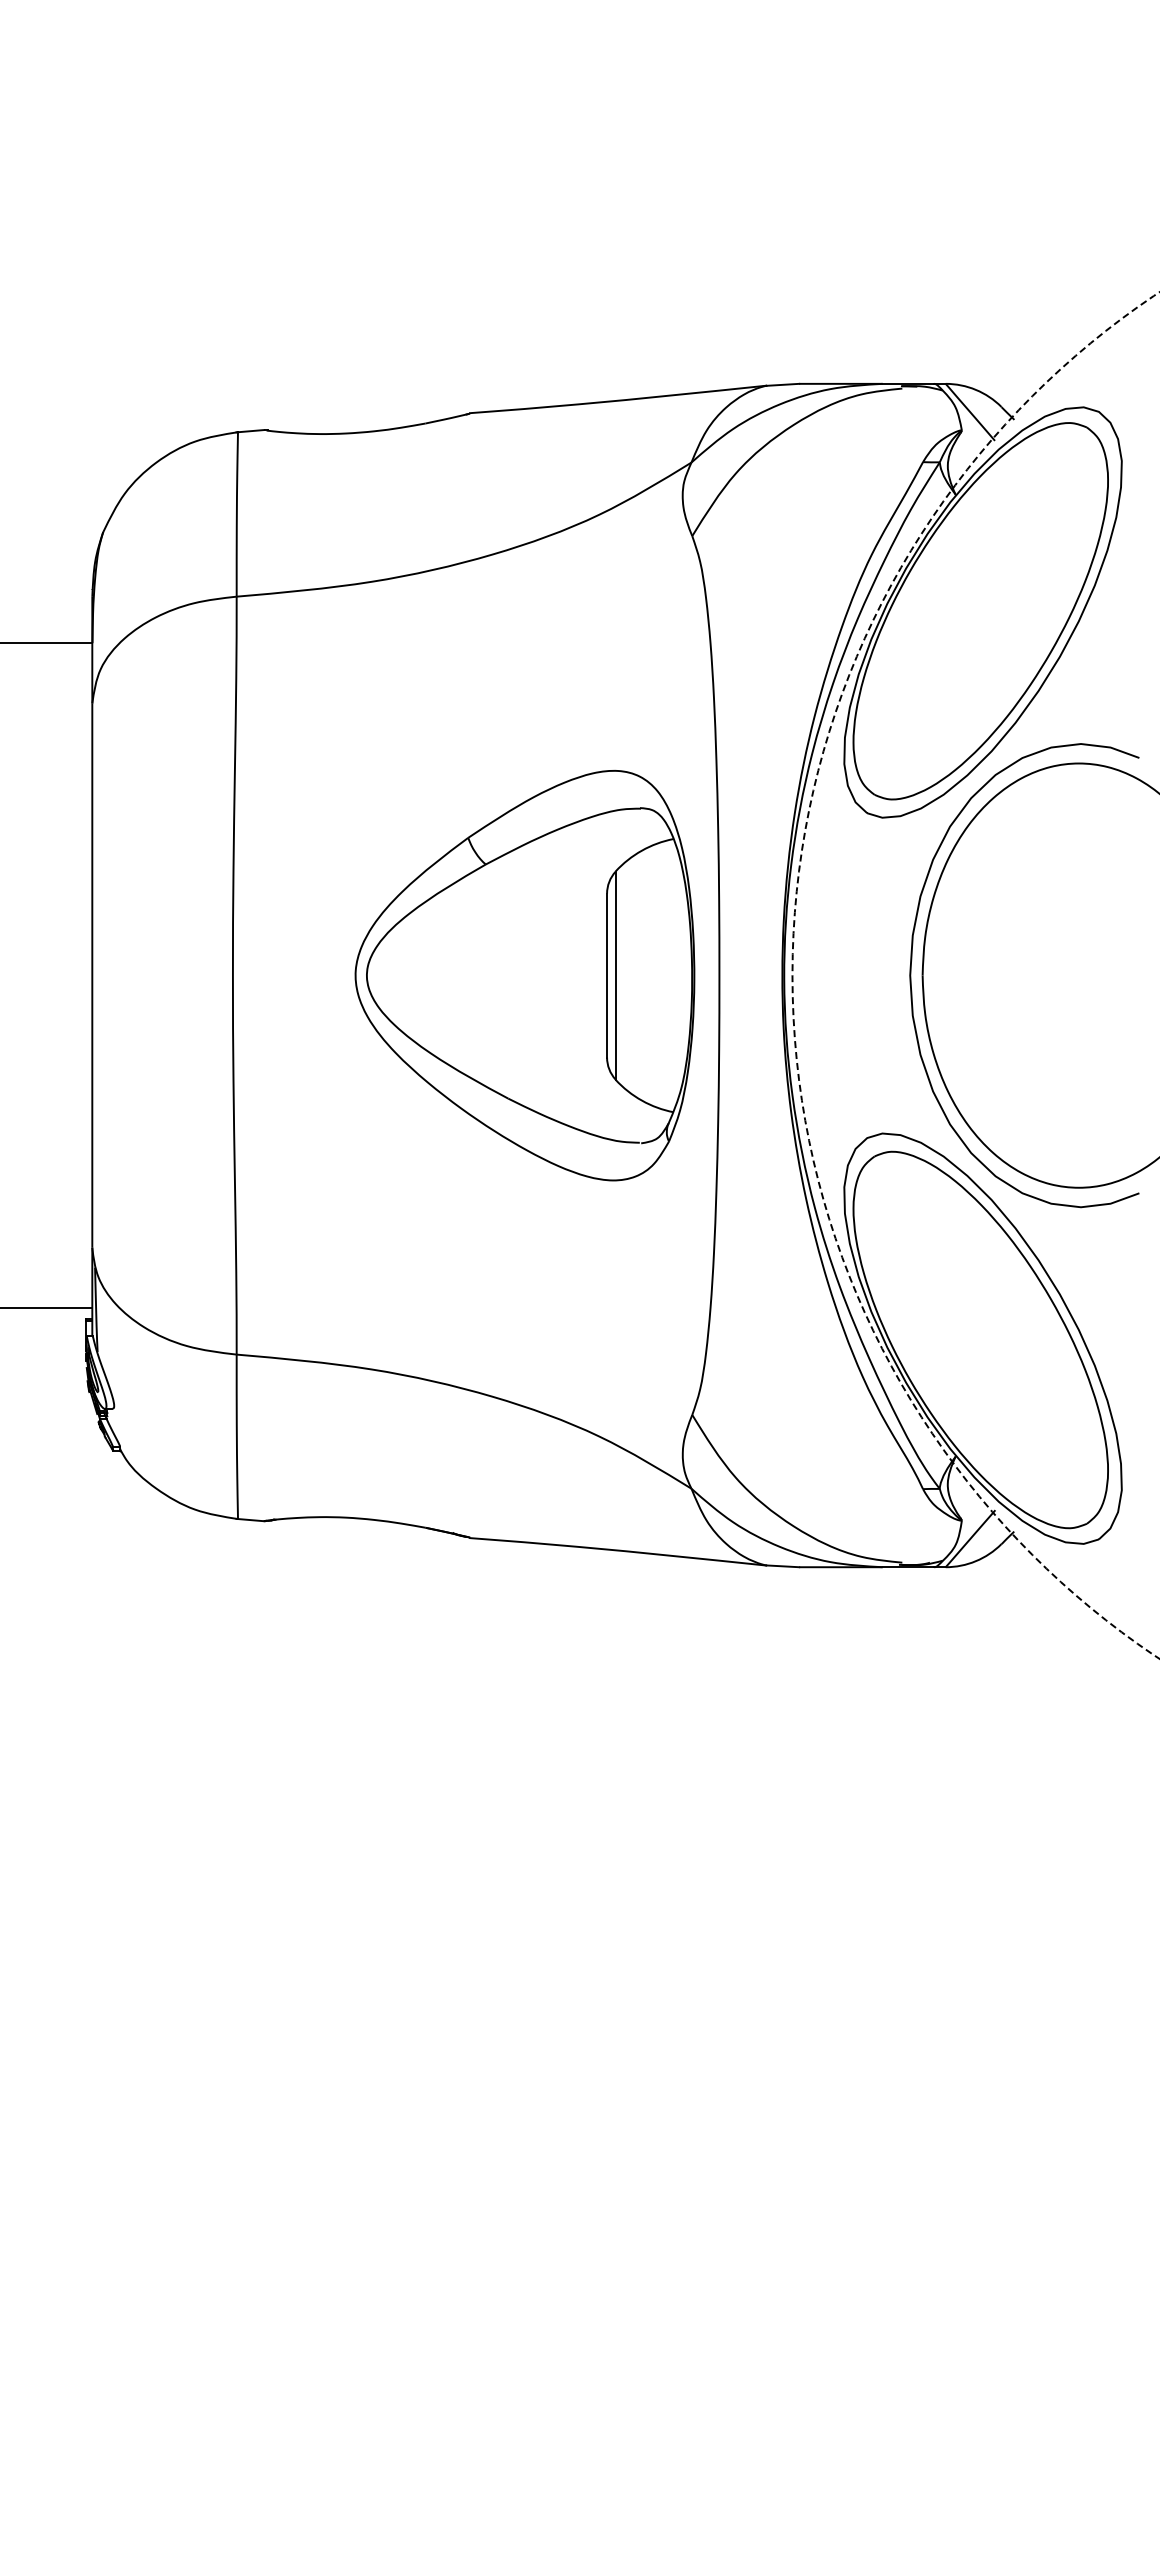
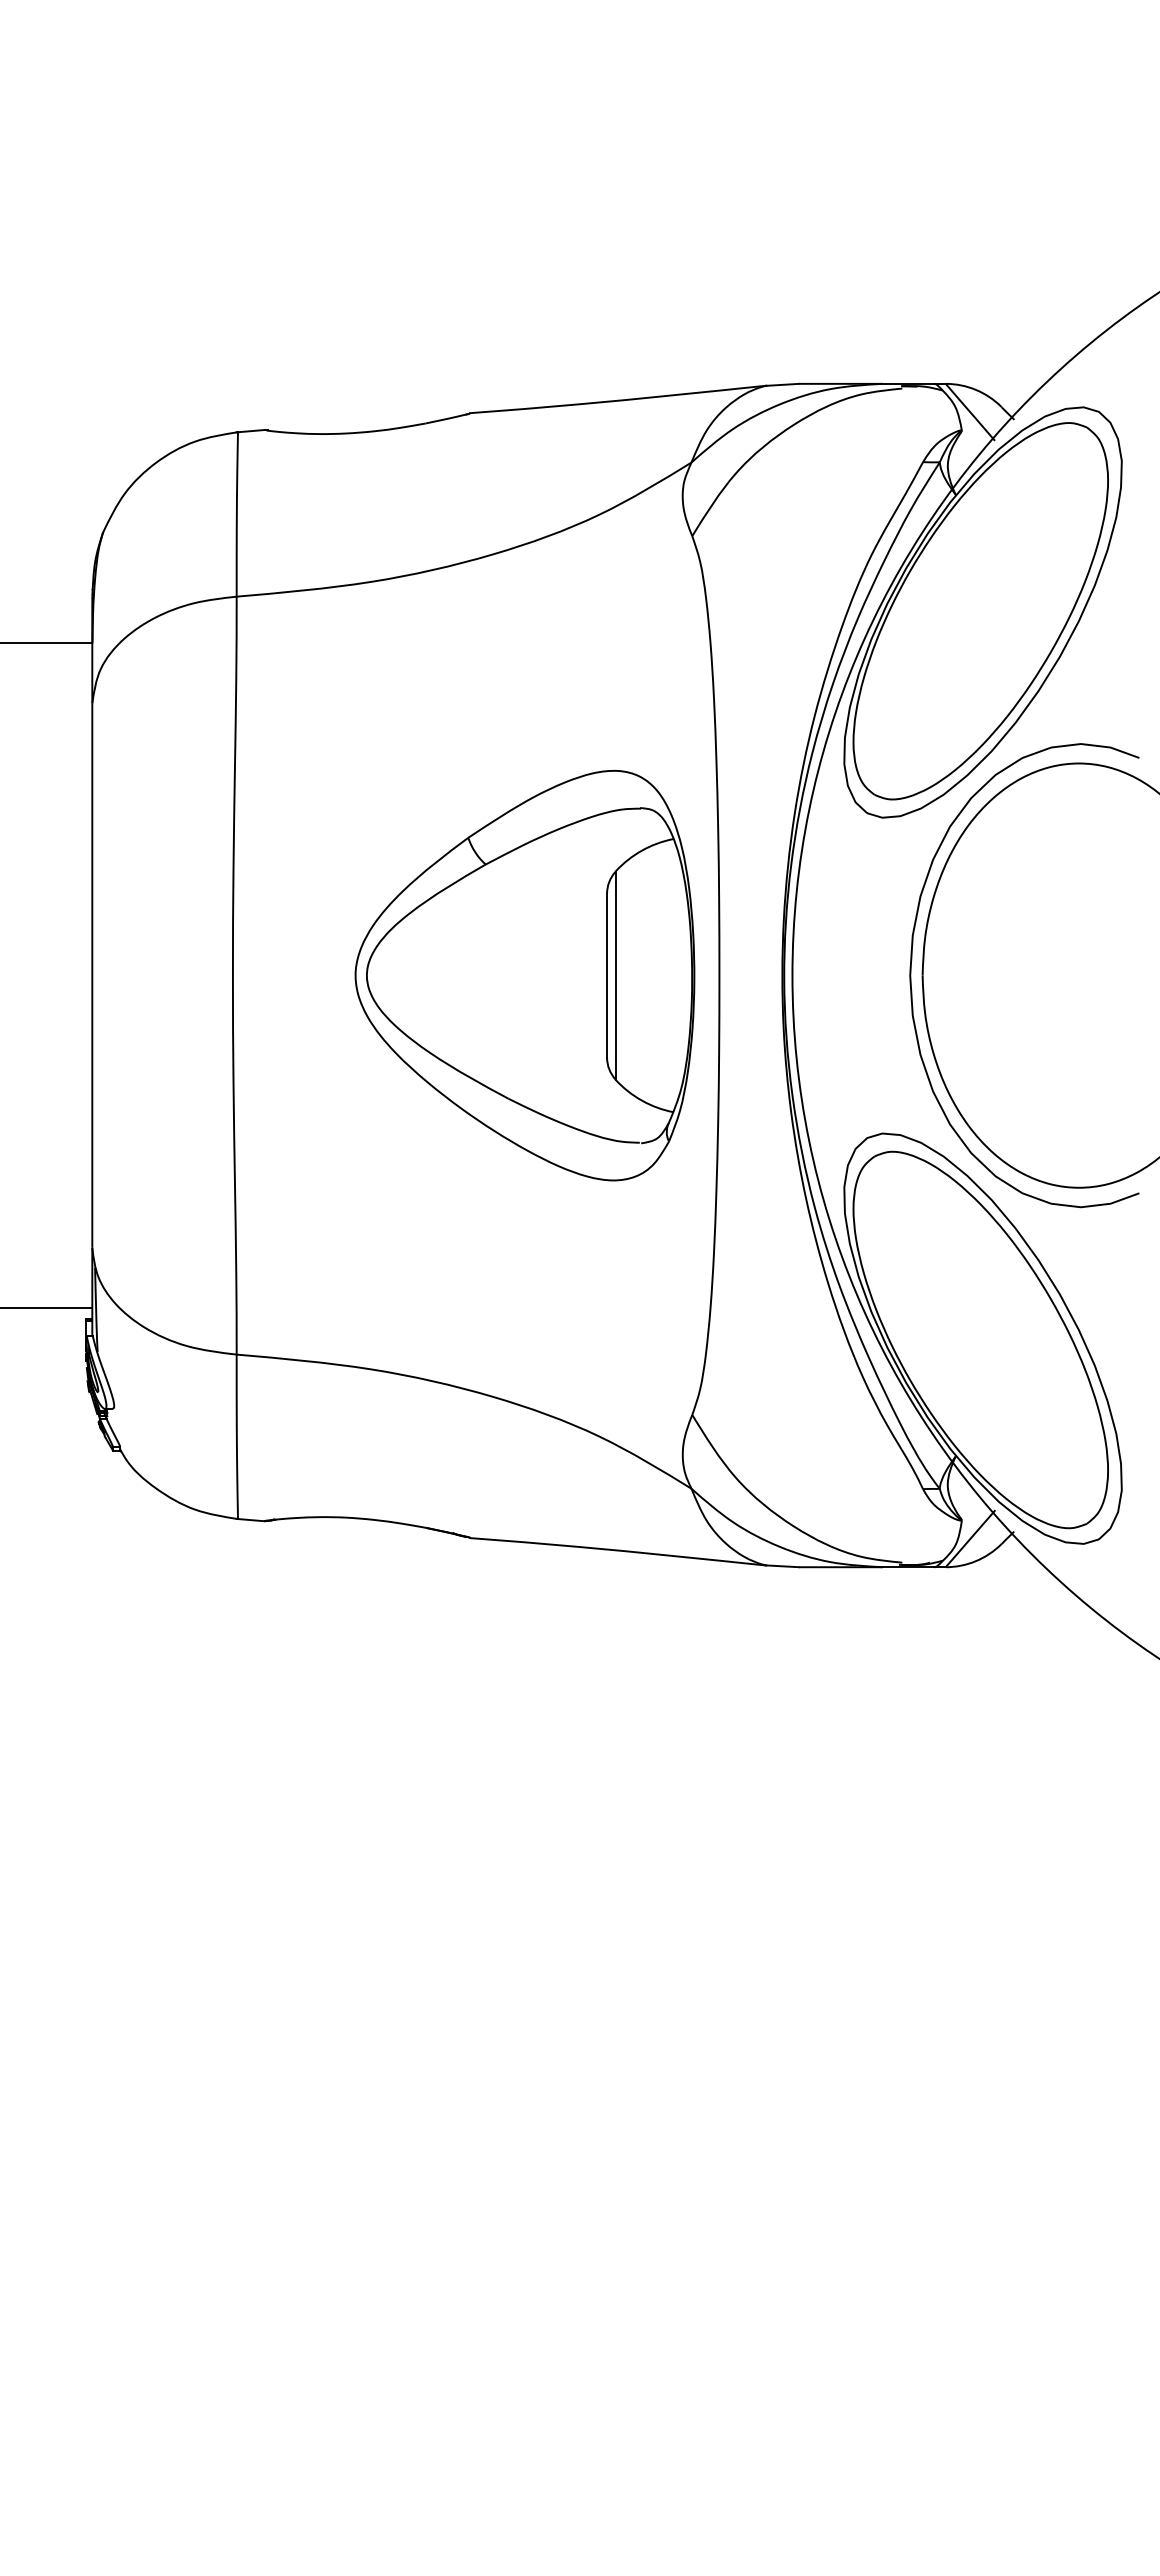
arc at (792, 975): dashed -> solid
